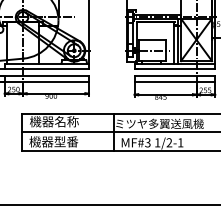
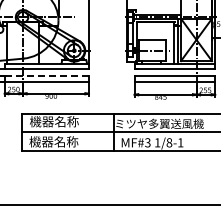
line at (46, 76): solid -> dashed
text at (66, 141): 機器型番 -> 機器名称
text at (169, 142): 1/2-1 -> 1/8-1
